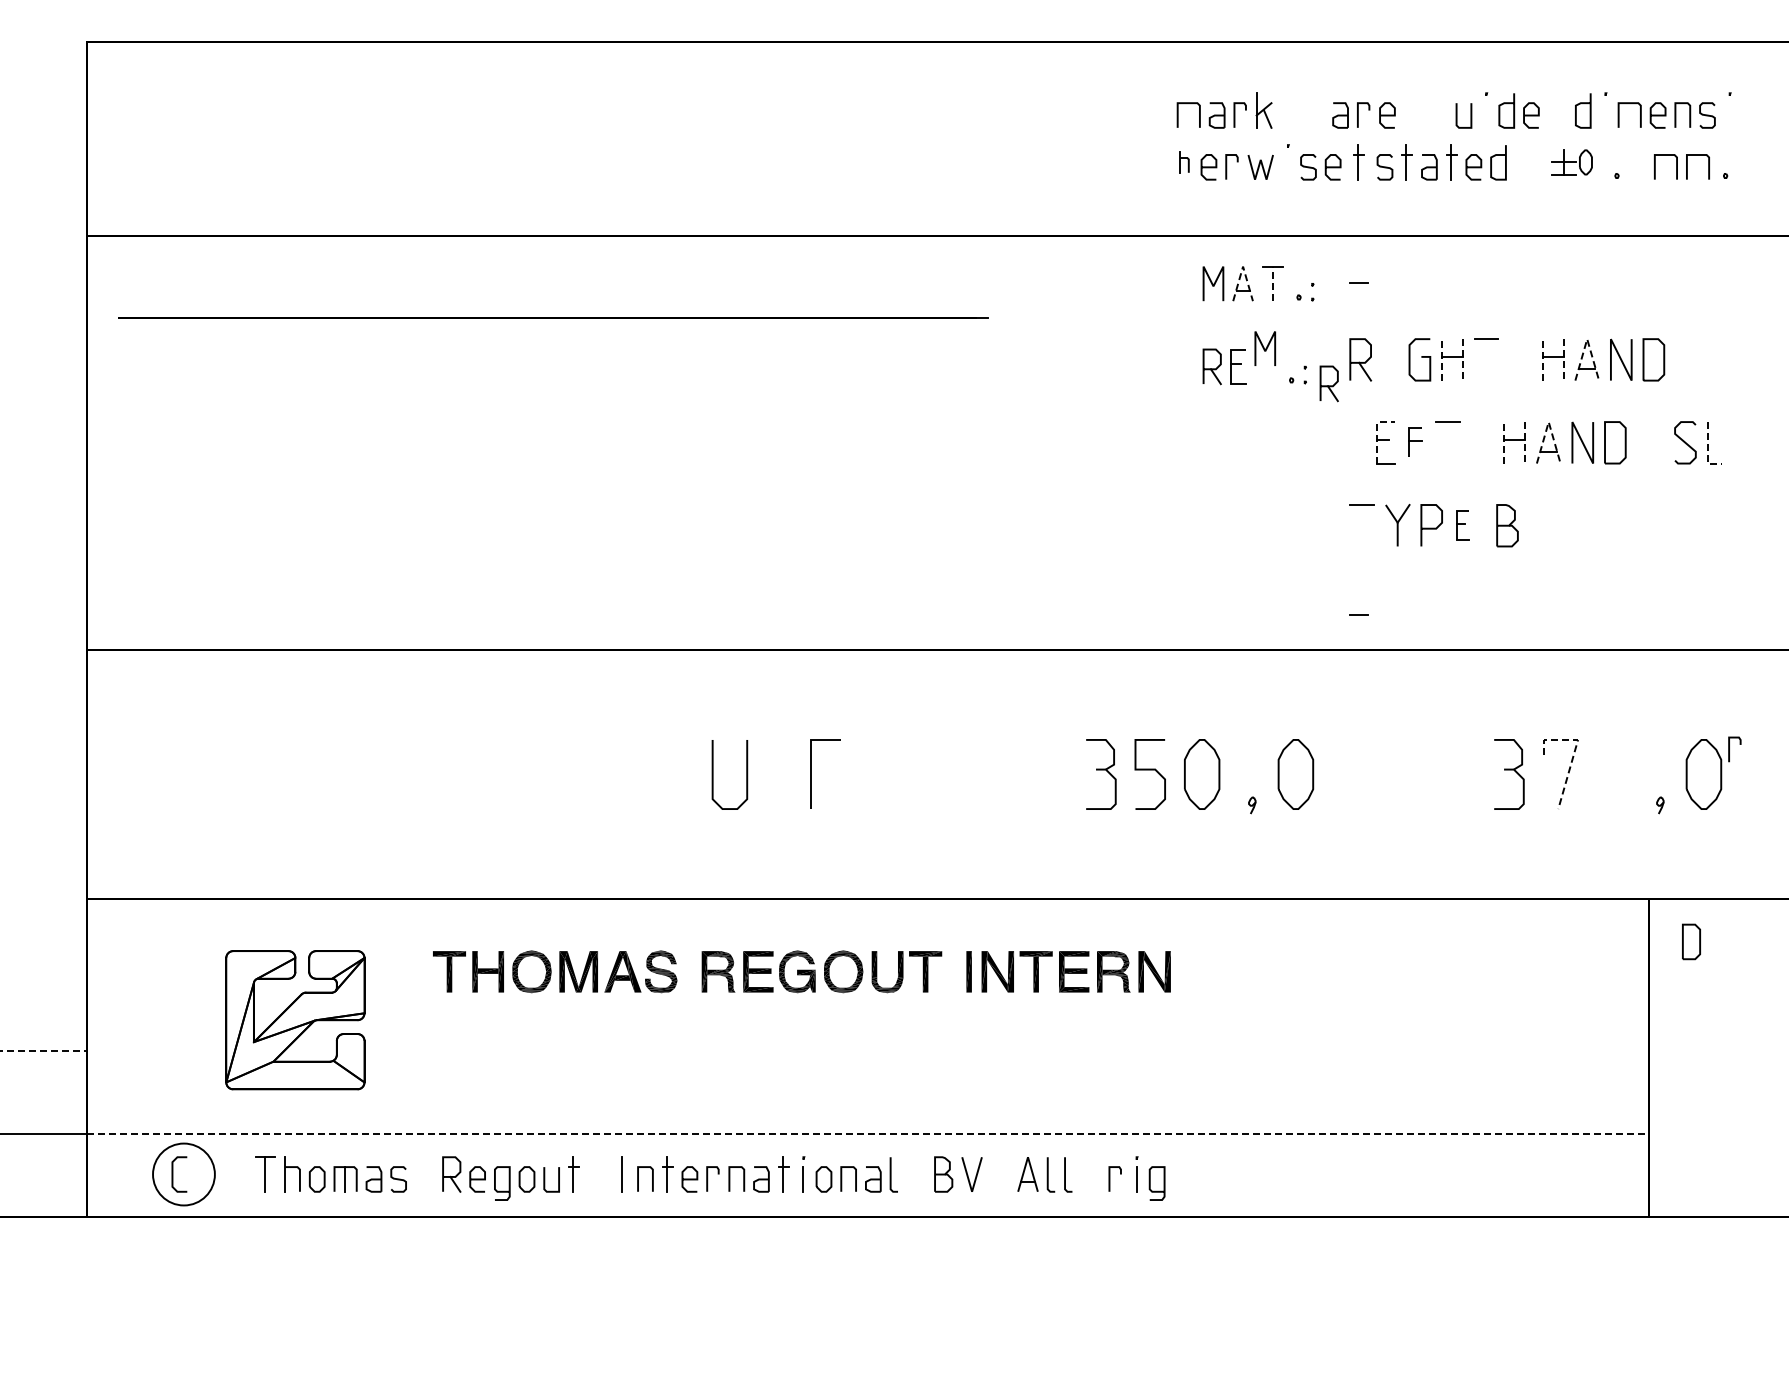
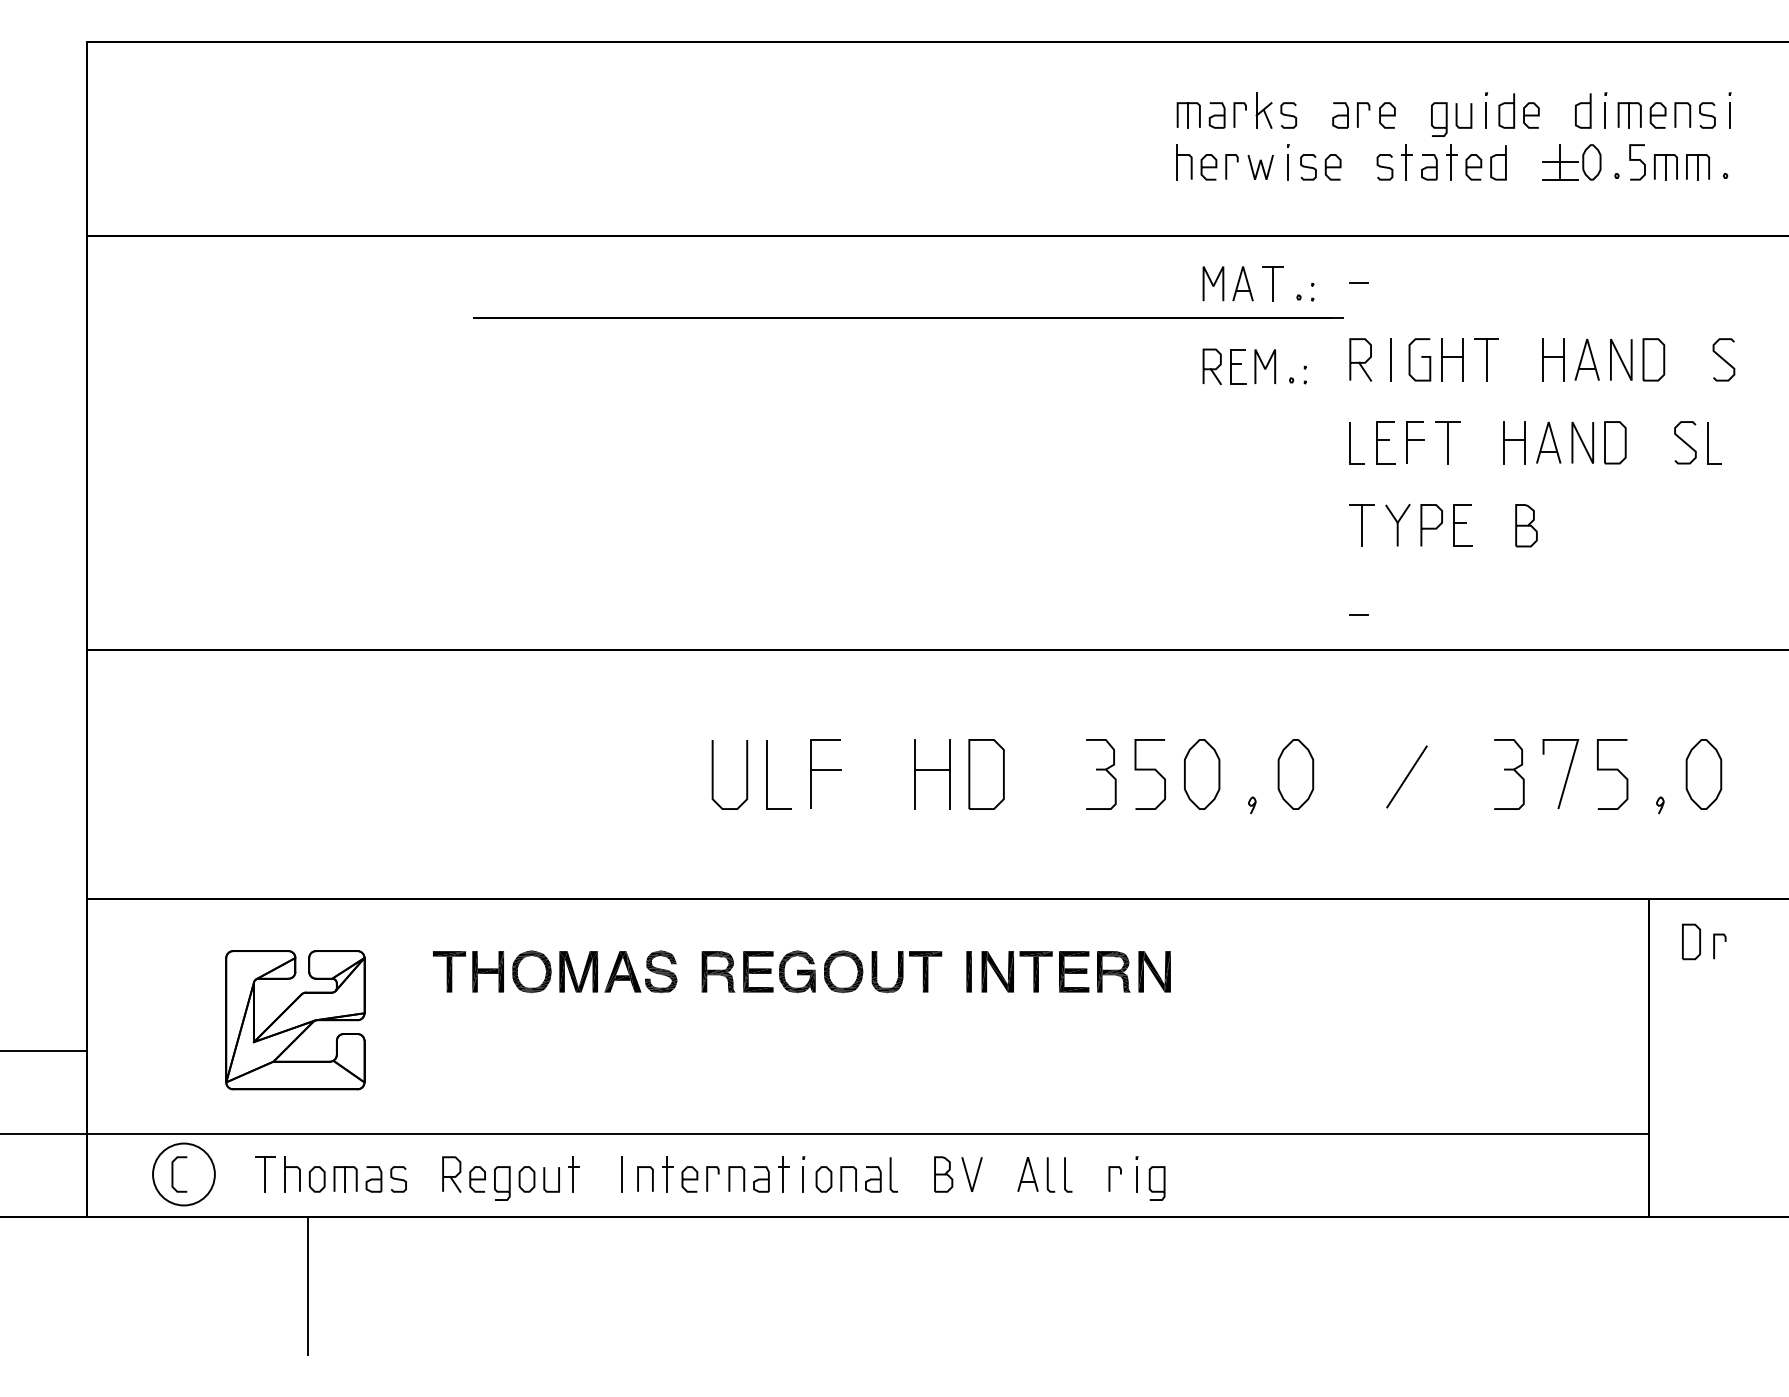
line at (1188, 115): none -> present
curve at (1288, 115): none -> present
line at (1486, 115): none -> present
line at (1605, 115): none -> present
line at (1629, 115): none -> present
line at (1729, 115): none -> present
curve at (1445, 119): none -> present
curve at (1637, 160): none -> present
part at (1184, 162) size: 11x23 px -> 17x37 px
part at (1358, 162): present -> none
part at (1571, 162) size: 42x27 px -> 60x37 px
line at (1287, 167): none -> present
line at (1665, 167): none -> present
line at (1697, 167): none -> present
line at (1243, 266): dashed -> solid
line at (1272, 283): dashed -> solid
line at (553, 317) position: (553, 317) -> (908, 317)
line at (1587, 339): dashed -> solid
line at (1265, 348) position: (1265, 348) -> (1265, 366)
line at (1390, 359): none -> present
line at (1442, 359): dashed -> solid
line at (1462, 359): dashed -> solid
line at (1486, 359): none -> present
line at (1542, 359): dashed -> solid
line at (1563, 359): dashed -> solid
curve at (1723, 359): none -> present
part at (1328, 383): present -> none
line at (1548, 422): dashed -> solid
line at (1376, 432): dashed -> solid
part at (1415, 441) size: 15x30 px -> 19x43 px
line at (1448, 442): none -> present
line at (1504, 442): dashed -> solid
line at (1525, 442): dashed -> solid
line at (1350, 443): none -> present
line at (1707, 450): dashed -> solid
line at (1362, 525): none -> present
part at (1462, 525) size: 14x31 px -> 20x43 px
part at (1507, 525) position: (1507, 525) -> (1526, 525)
line at (1575, 749): dashed -> solid
line at (1729, 749) position: (1729, 749) -> (1714, 946)
line at (825, 769): none -> present
curve at (1612, 770): none -> present
line at (767, 774): none -> present
part at (932, 774): none -> present
part at (986, 774): none -> present
line at (1406, 776): none -> present
line at (43, 1050): dashed -> solid
line at (867, 1133): dashed -> solid
line at (308, 1285): none -> present
